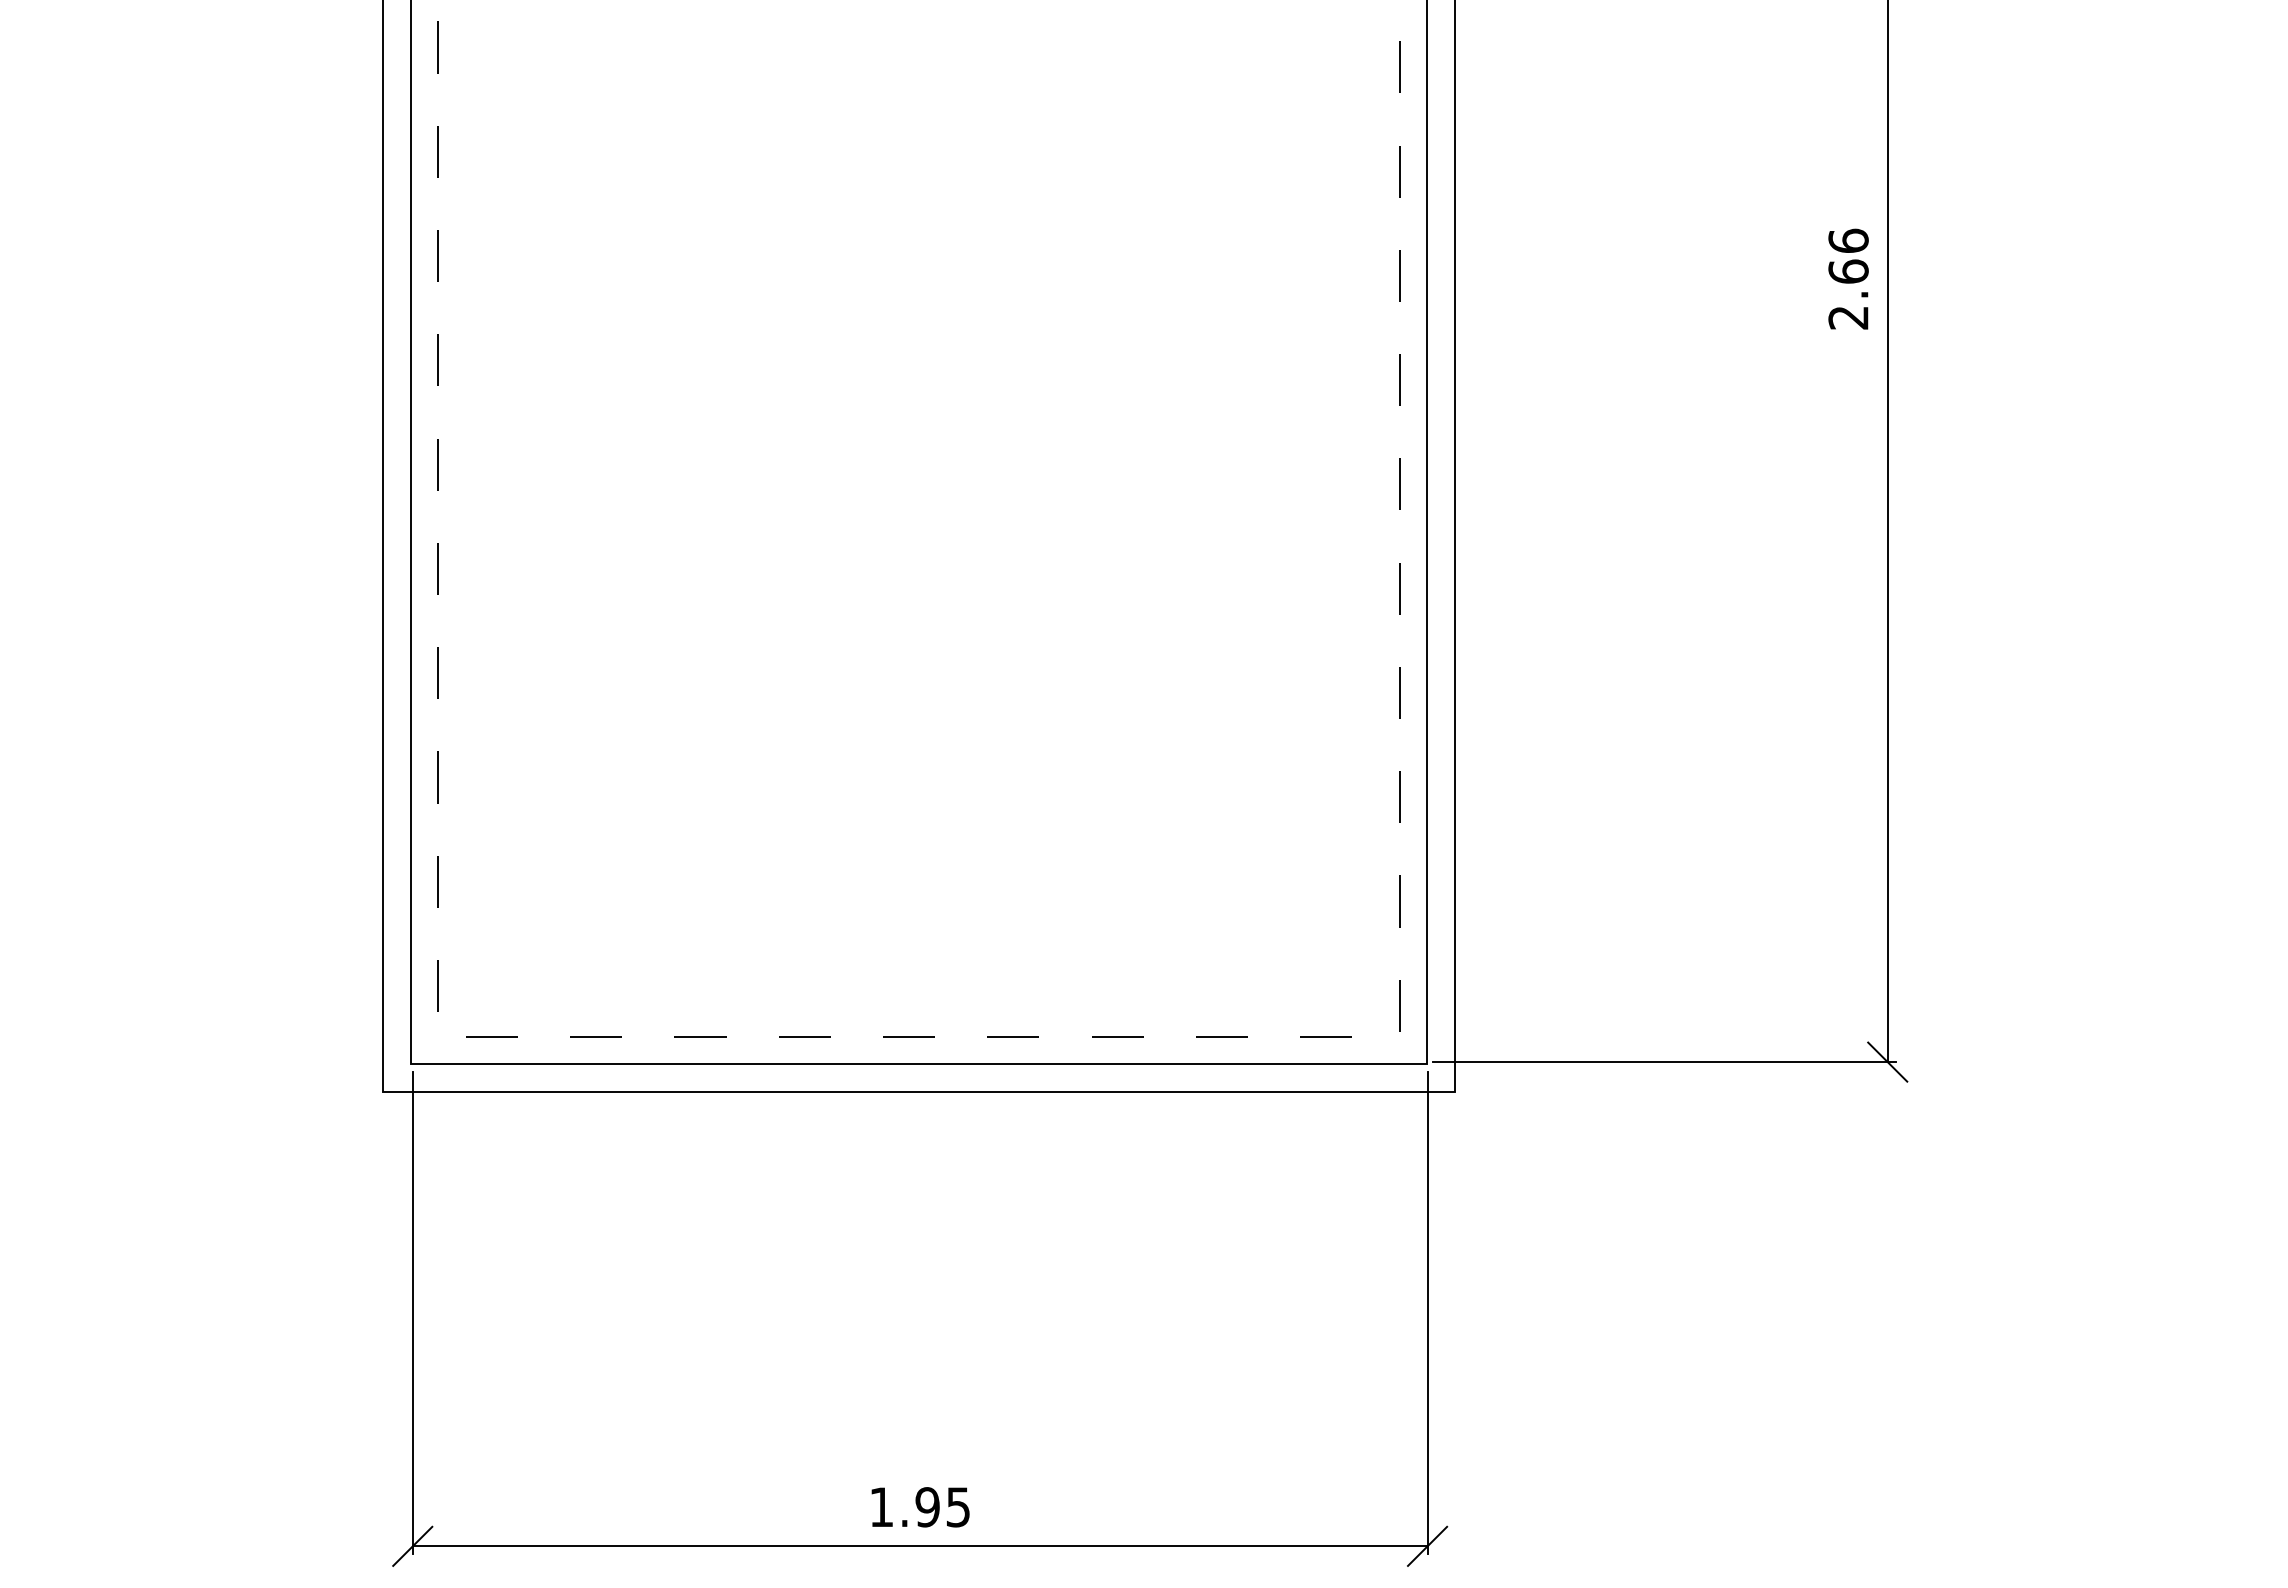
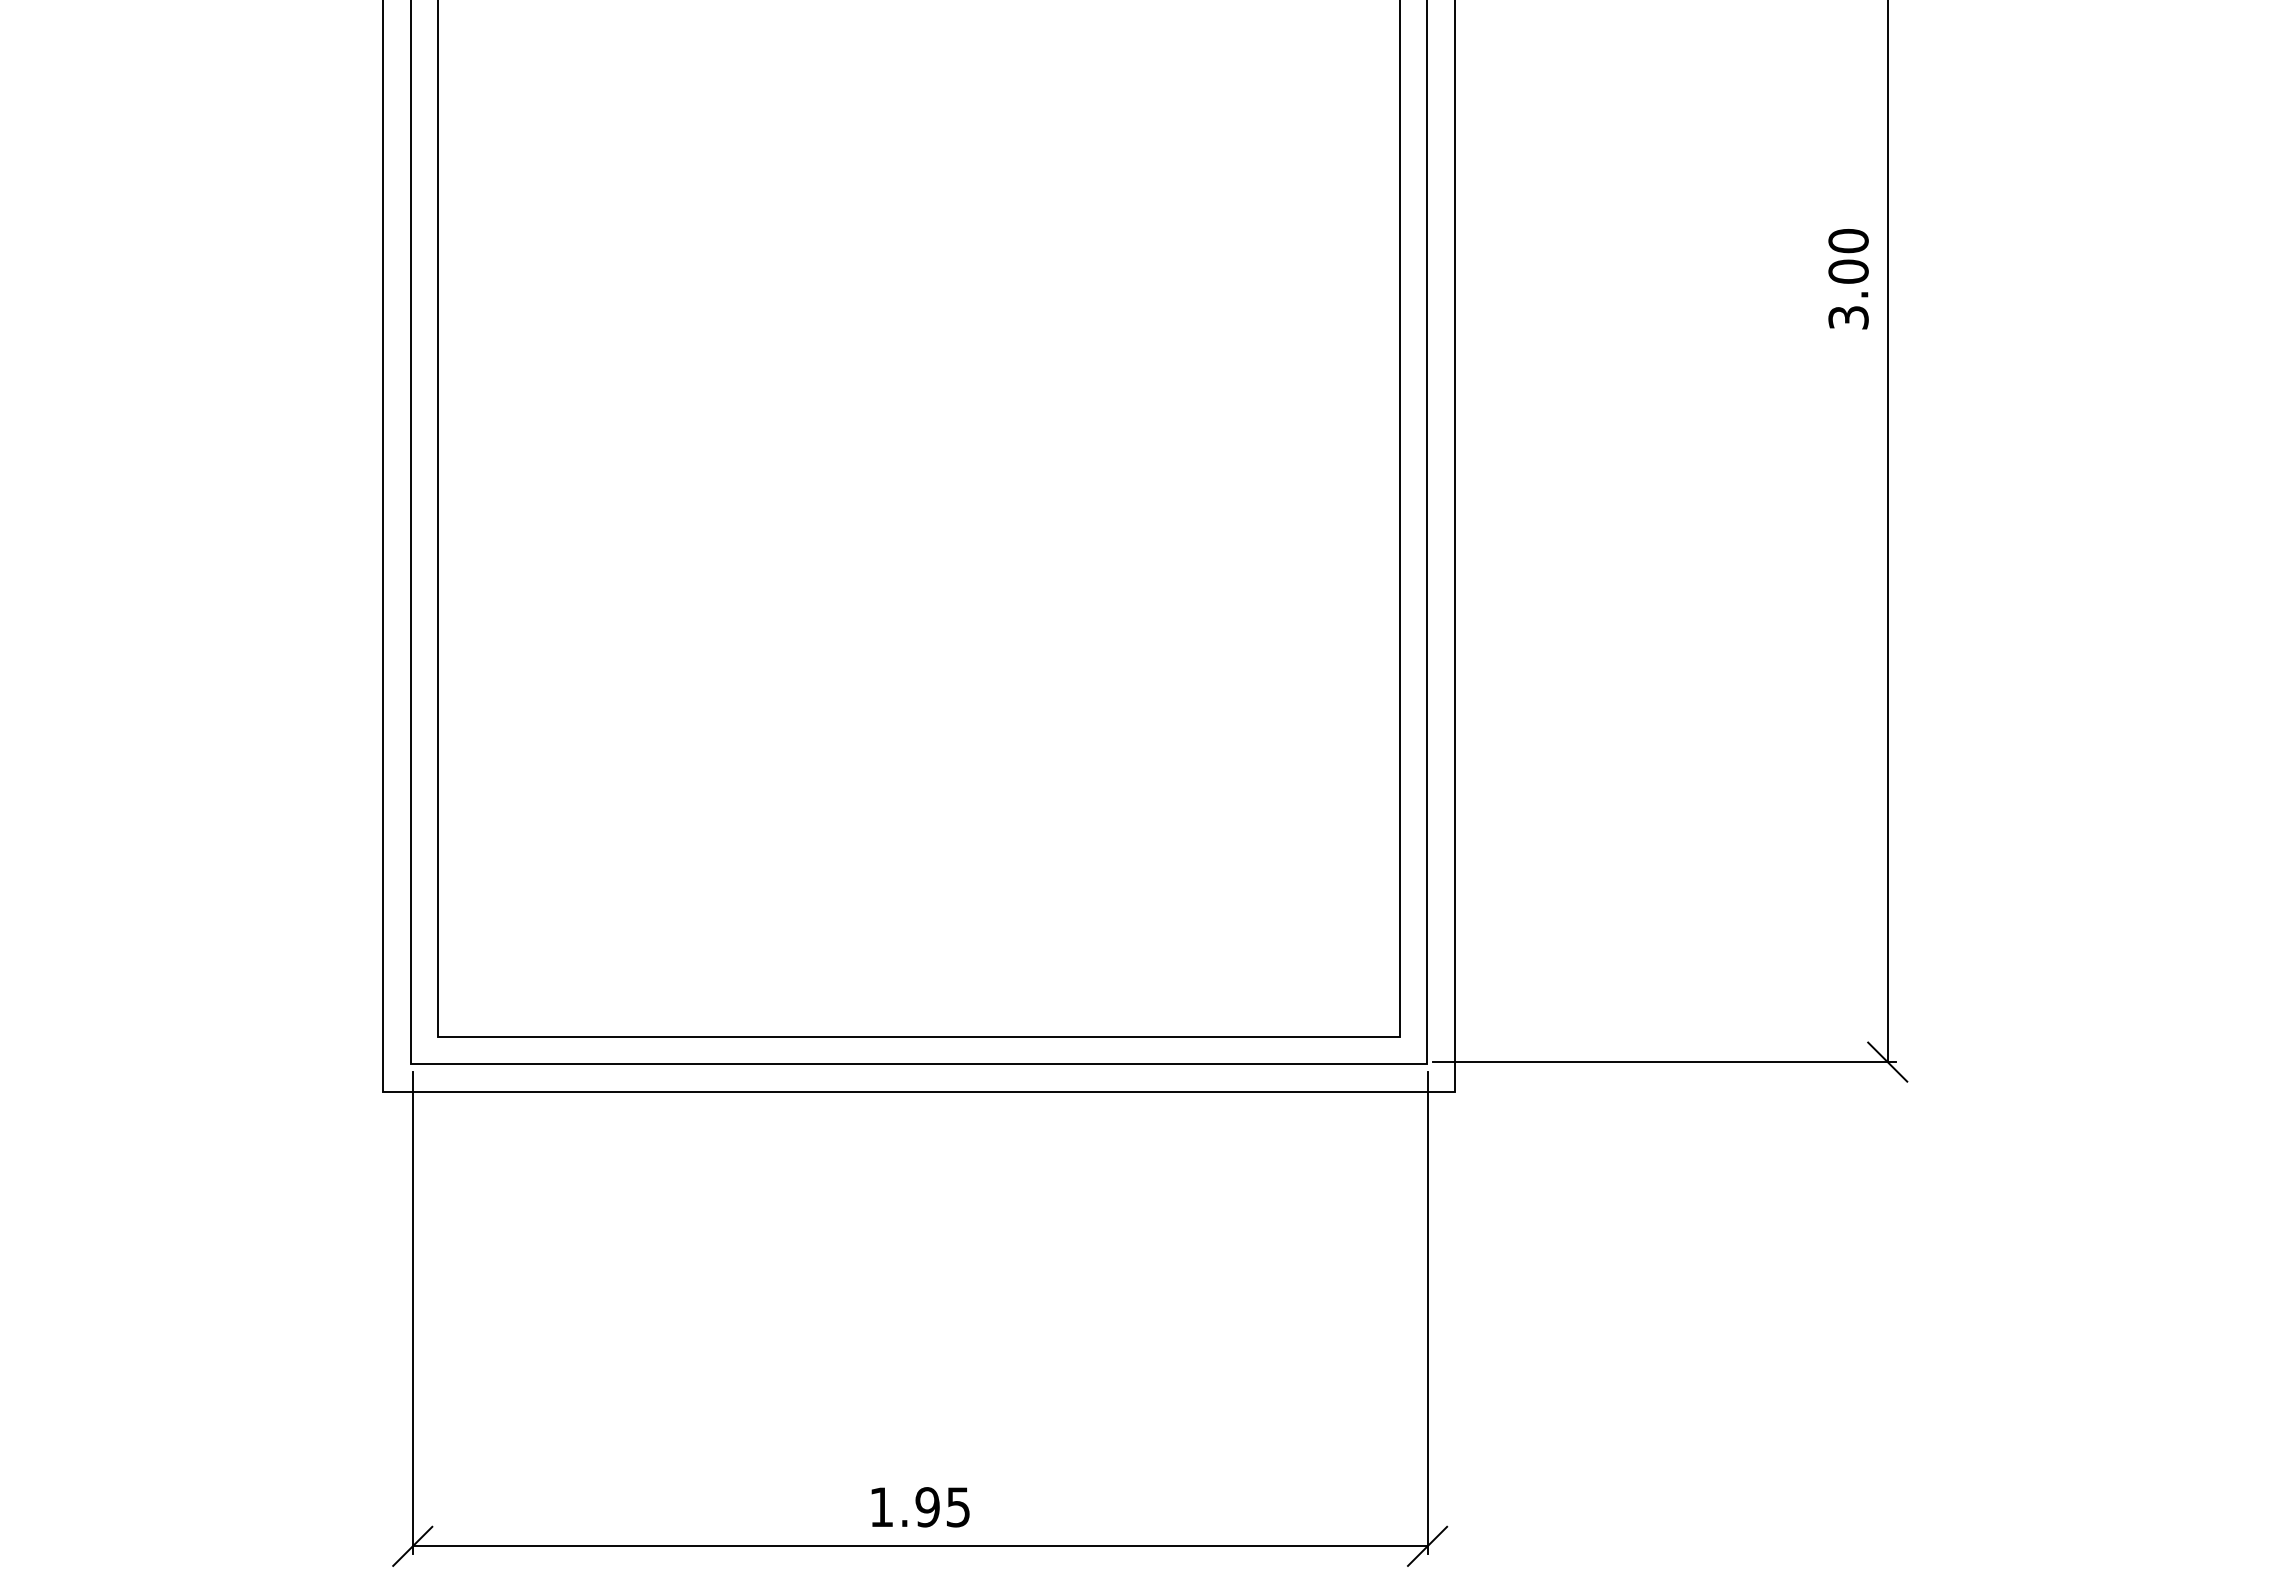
text at (1848, 278): 2.66 -> 3.00
line at (918, 1036): dashed -> solid
